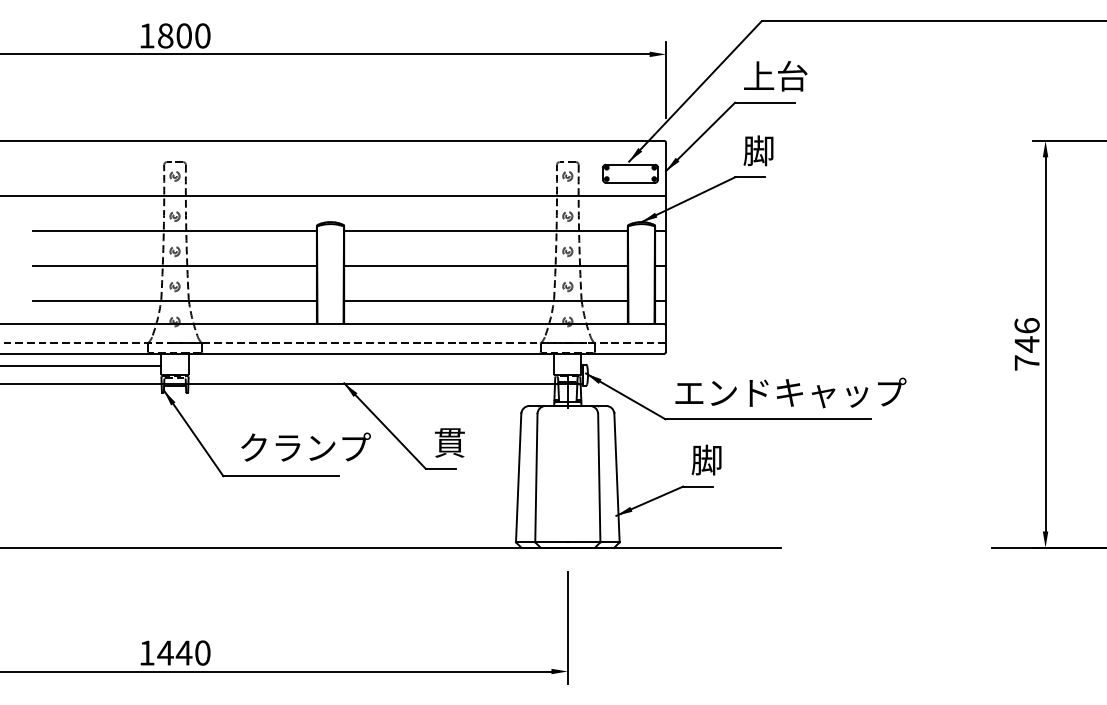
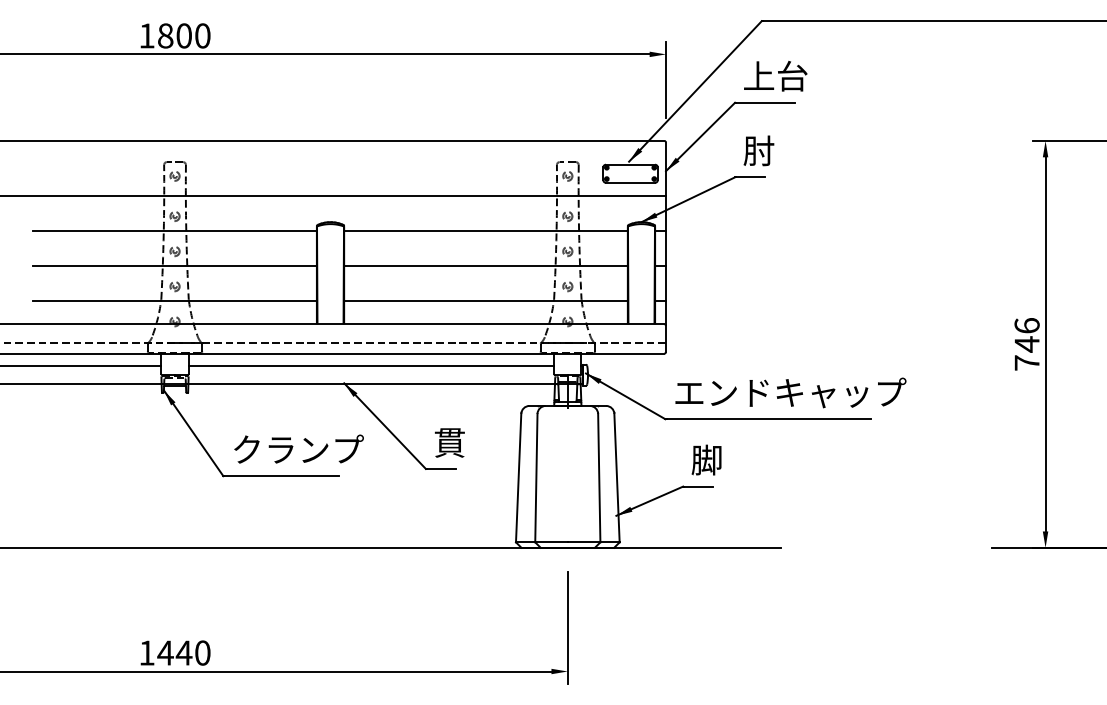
text at (759, 150): 脚 -> 肘
line at (371, 365): none -> present
text at (305, 446) position: (305, 446) -> (298, 448)
